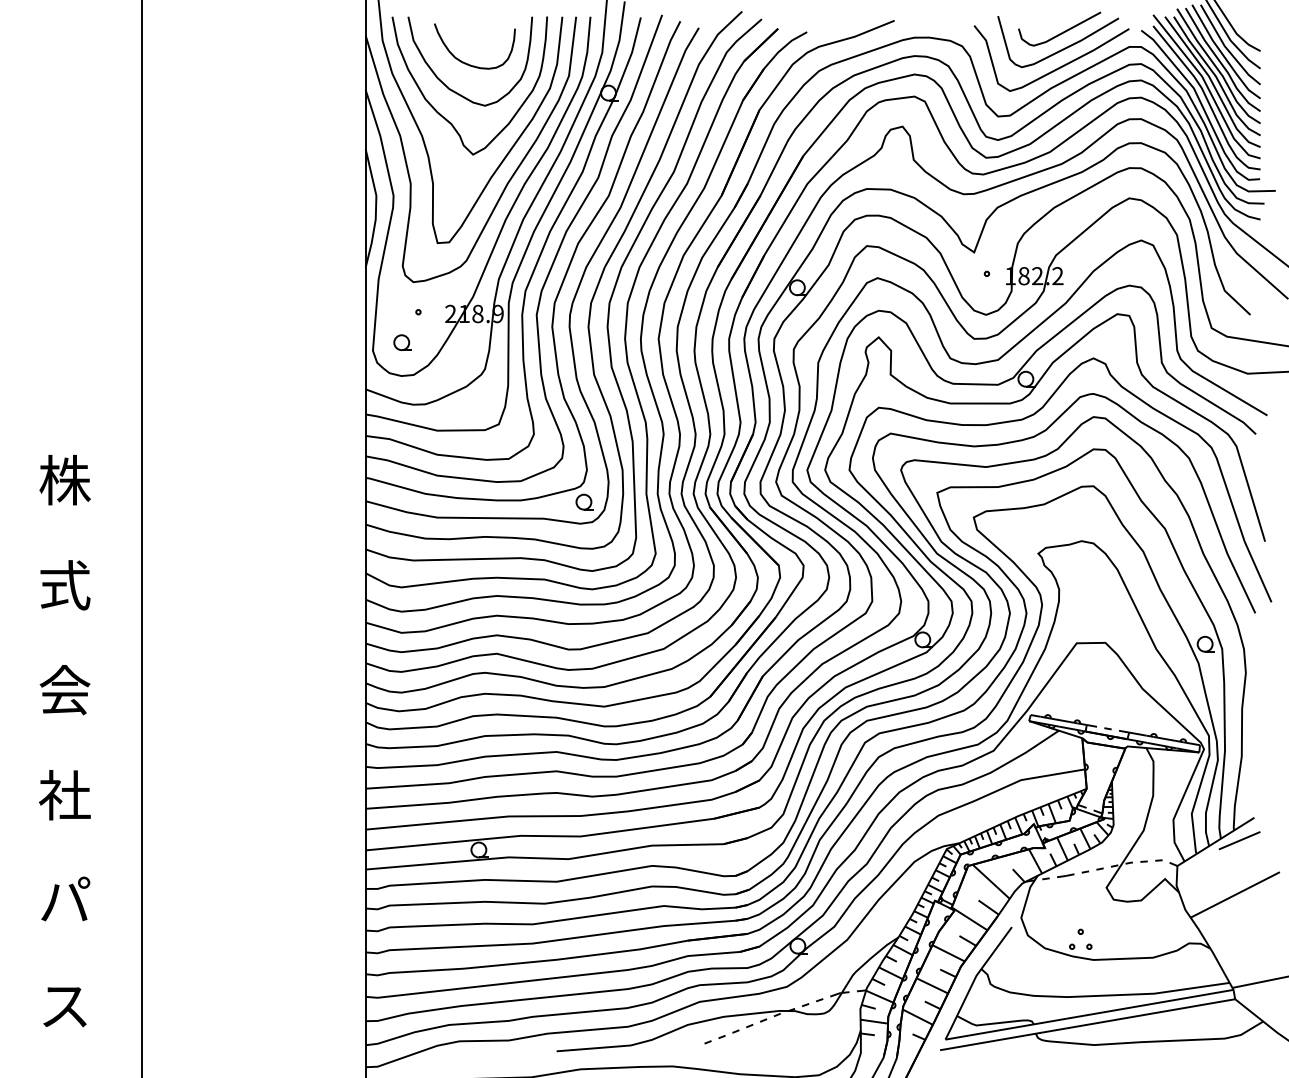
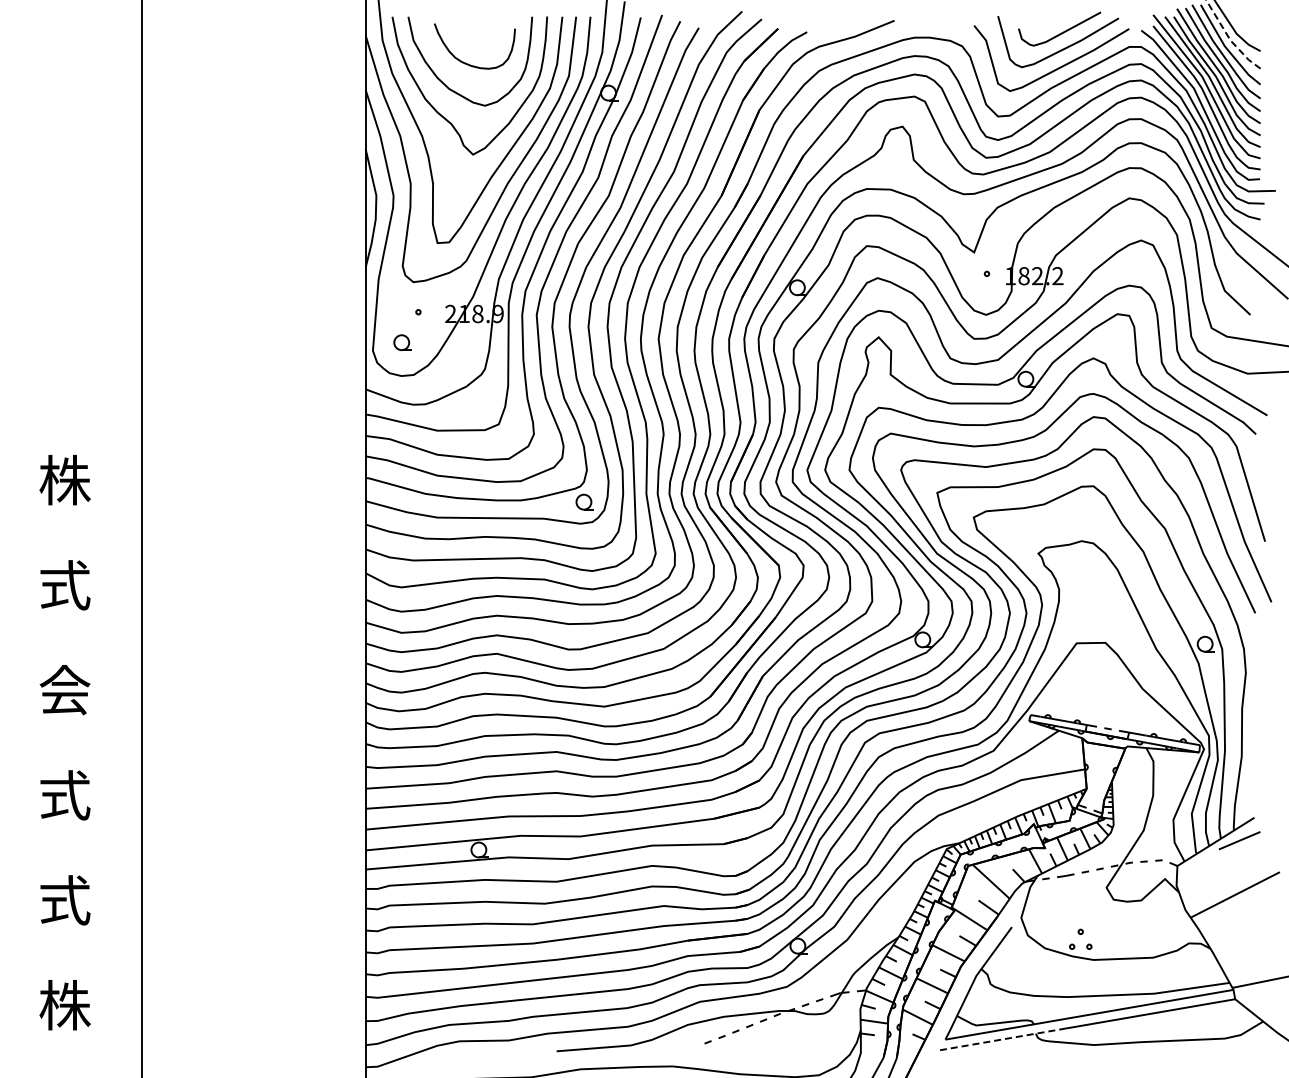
line at (1229, 38): solid -> dashed
text at (64, 795): 社 -> 式
text at (65, 900): パ -> 式
text at (64, 1005): ス -> 株
line at (1003, 1039): solid -> dashed
